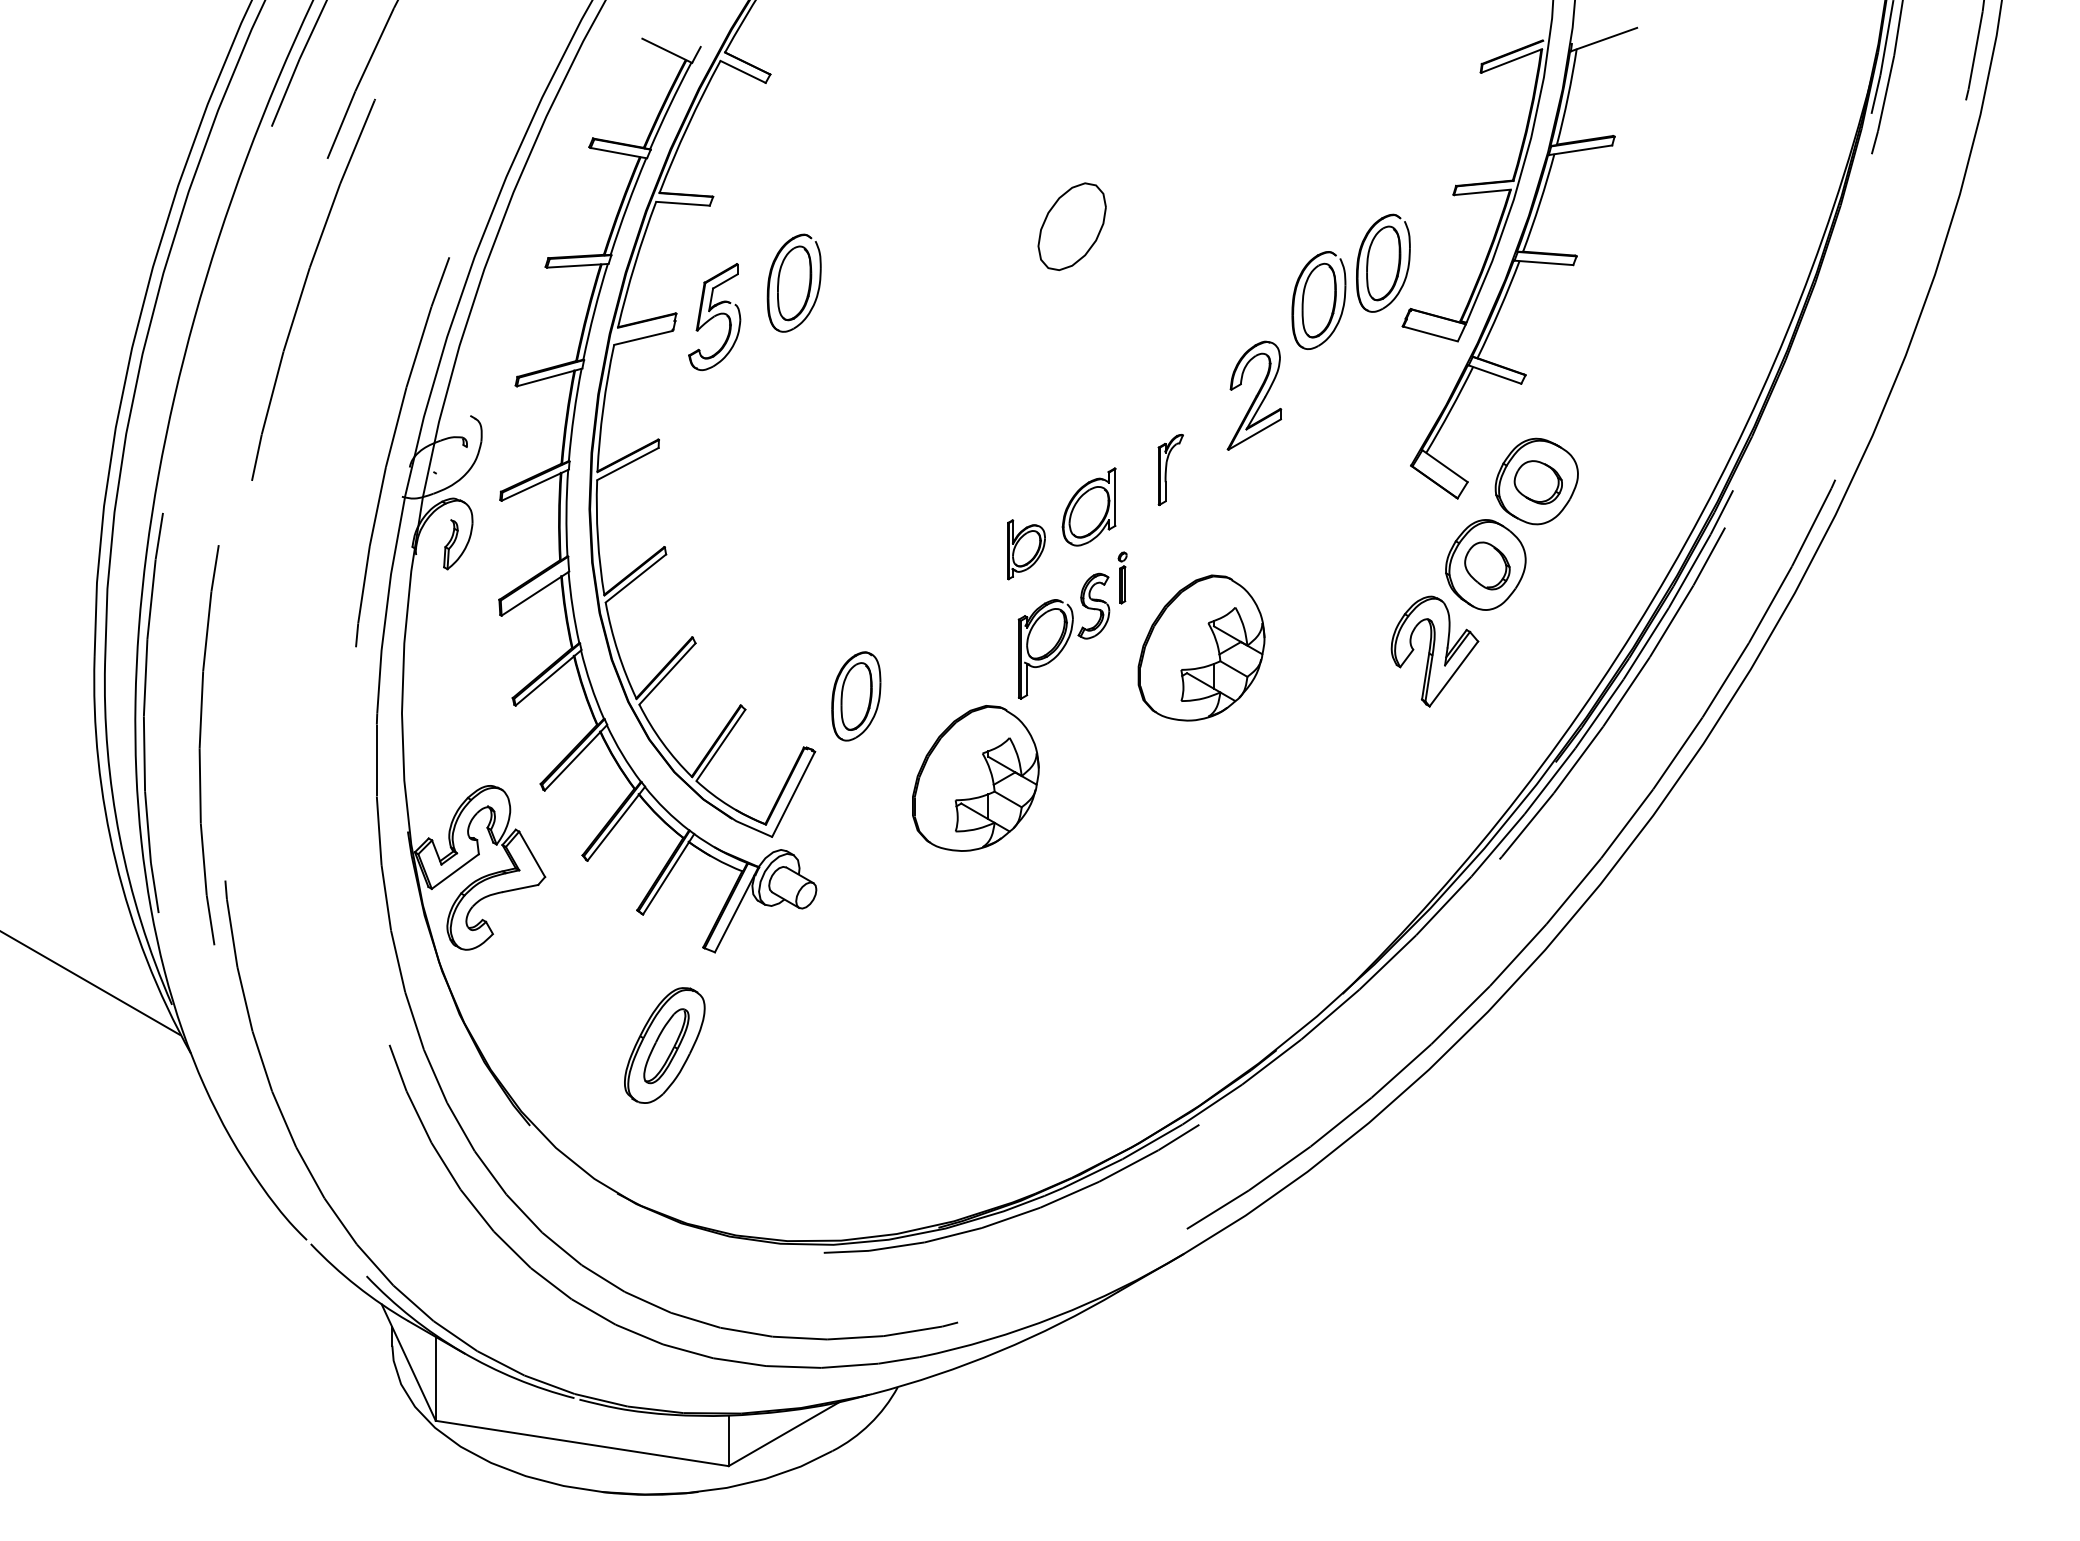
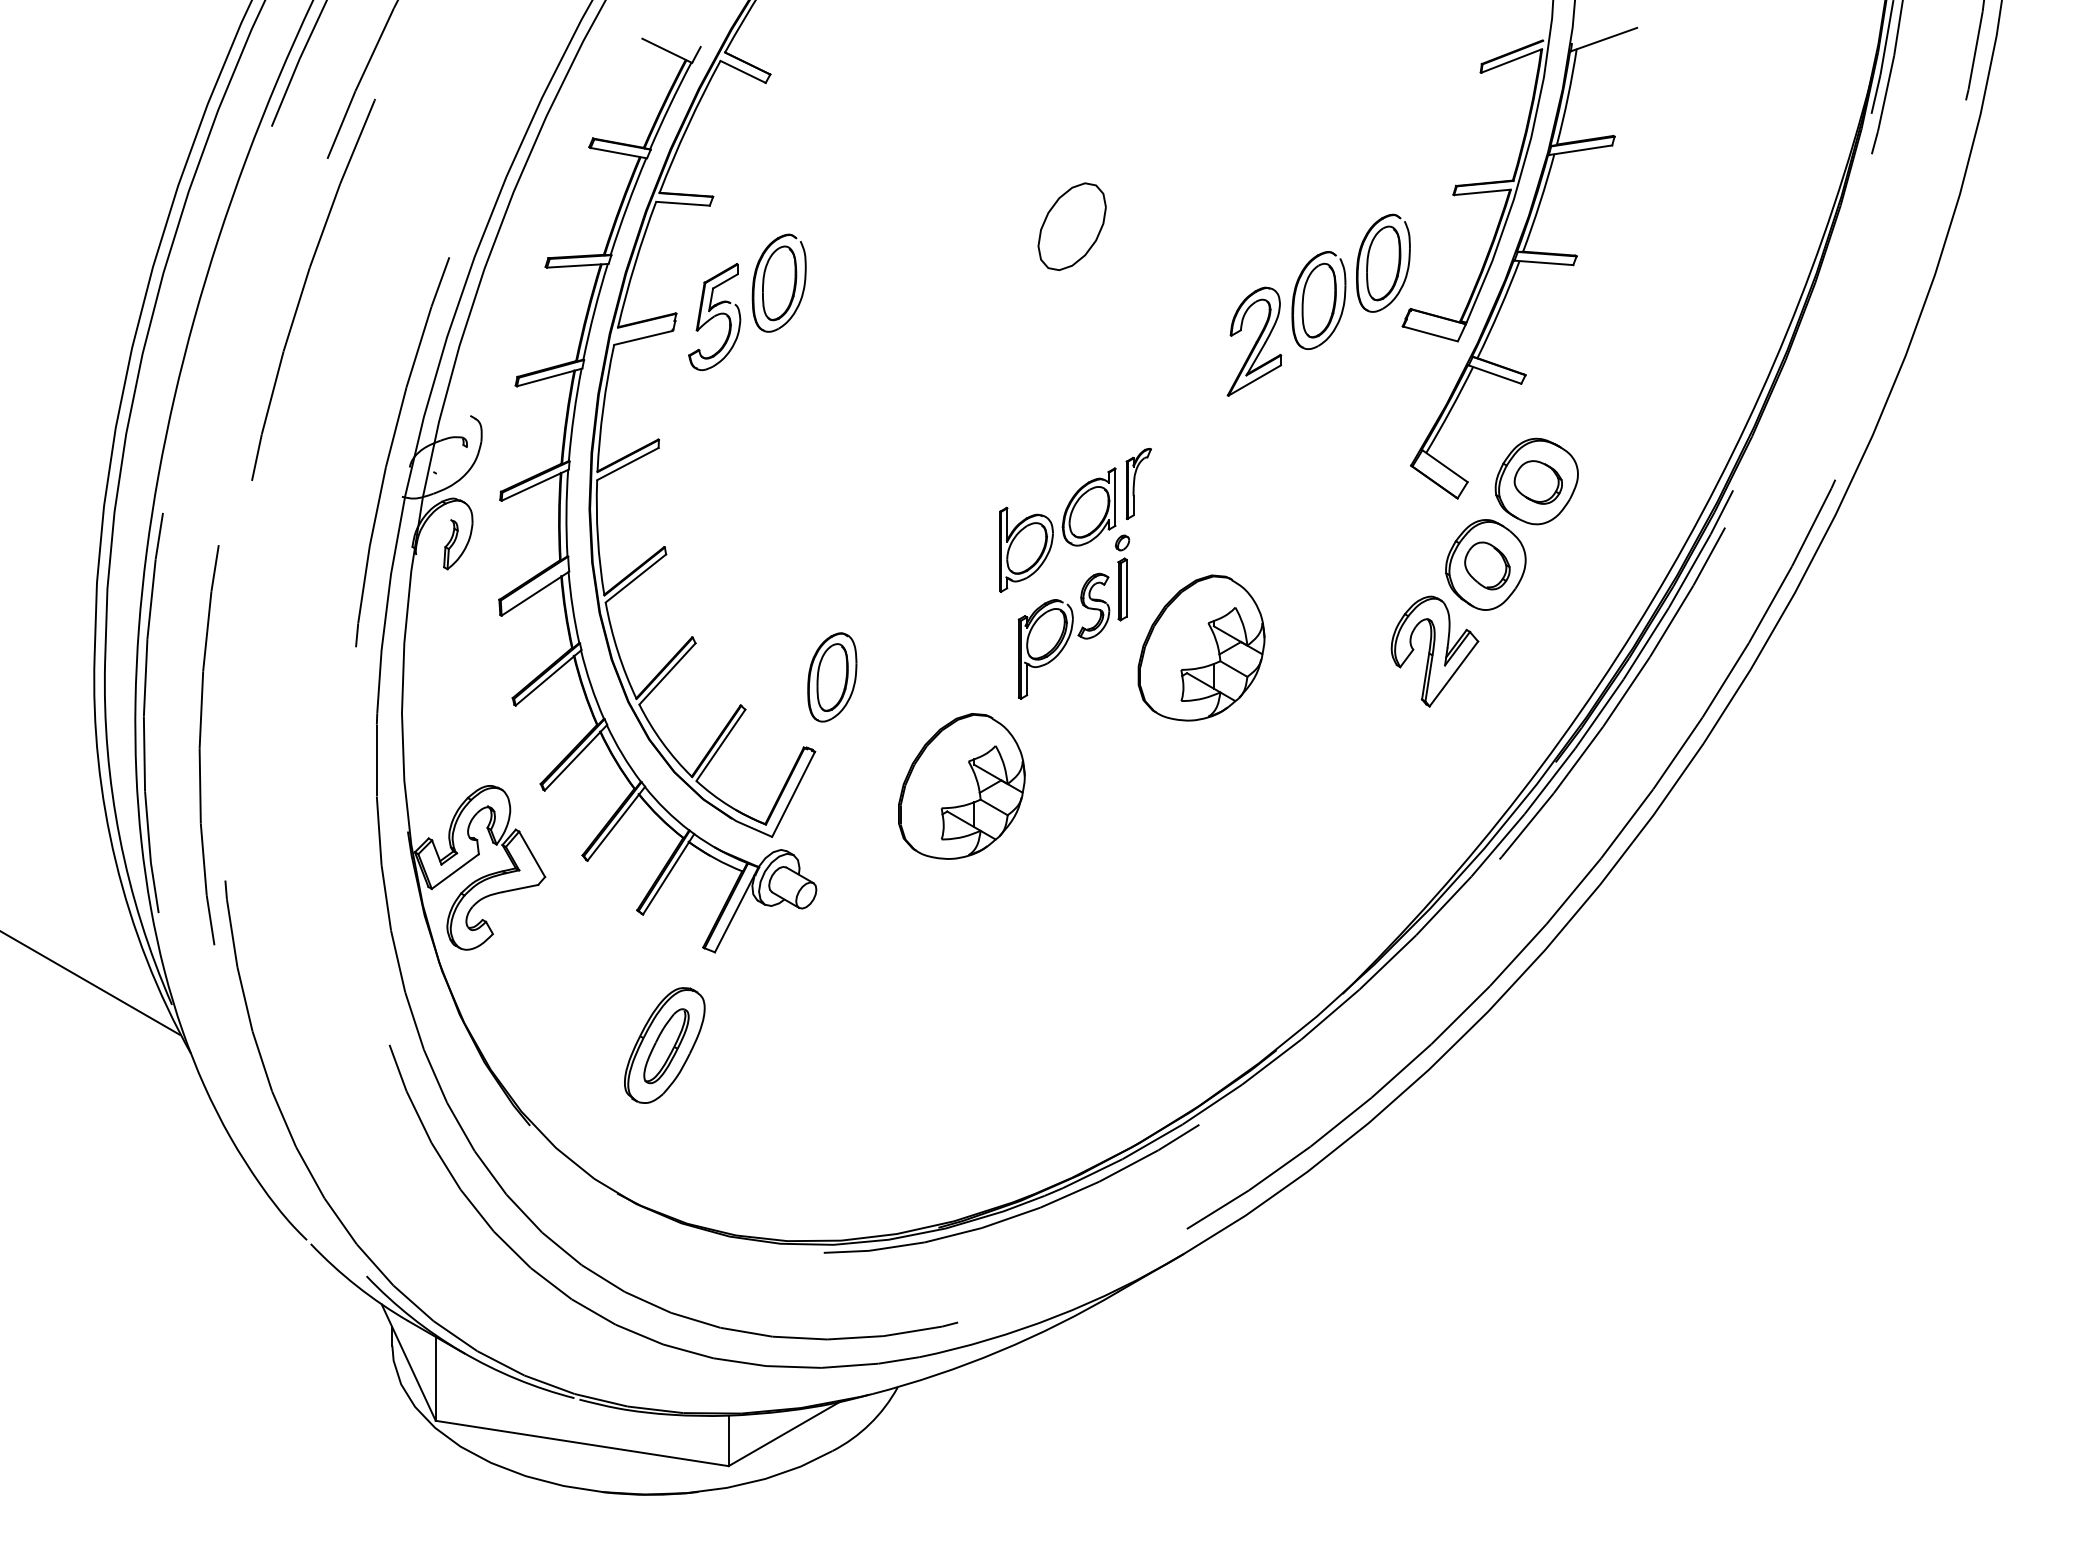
part at (793, 282) position: (793, 282) -> (778, 282)
part at (1254, 395) position: (1254, 395) -> (1254, 341)
part at (1170, 470) position: (1170, 470) -> (1138, 484)
part at (1026, 549) size: 39x62 px -> 55x87 px
part at (1122, 577) size: 11x54 px -> 16x88 px
part at (856, 696) position: (856, 696) -> (832, 677)
part at (975, 778) position: (975, 778) -> (961, 786)
